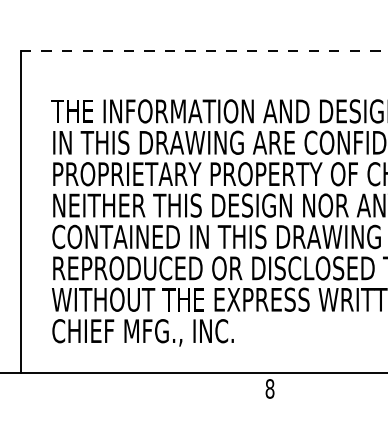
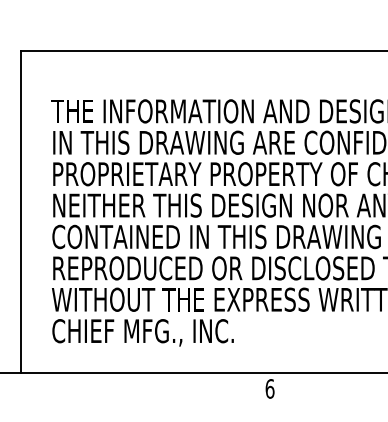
line at (204, 50): dashed -> solid
text at (269, 388): 8 -> 6
